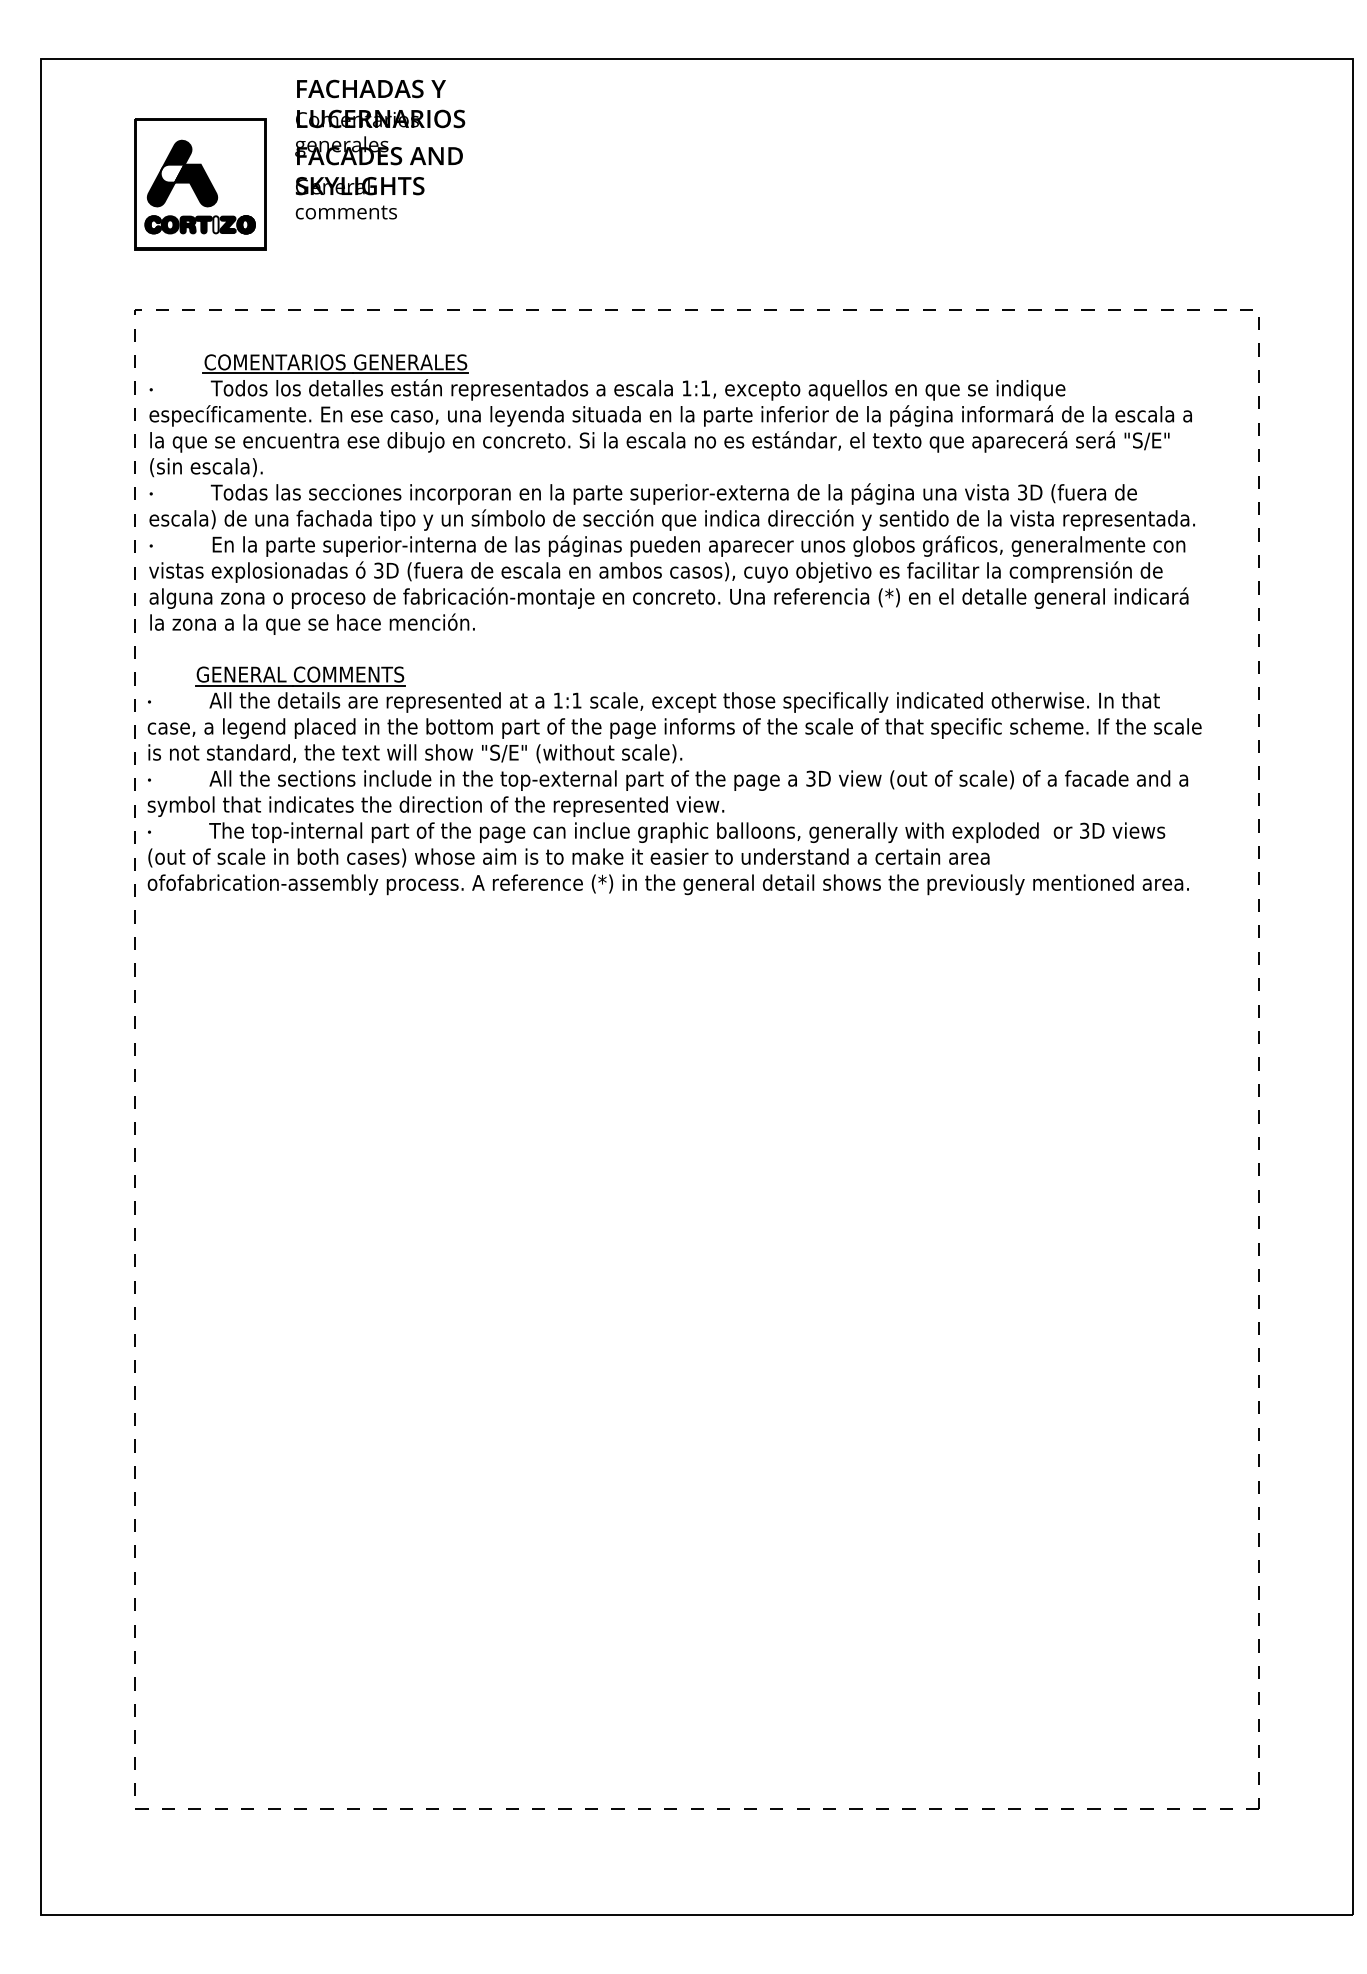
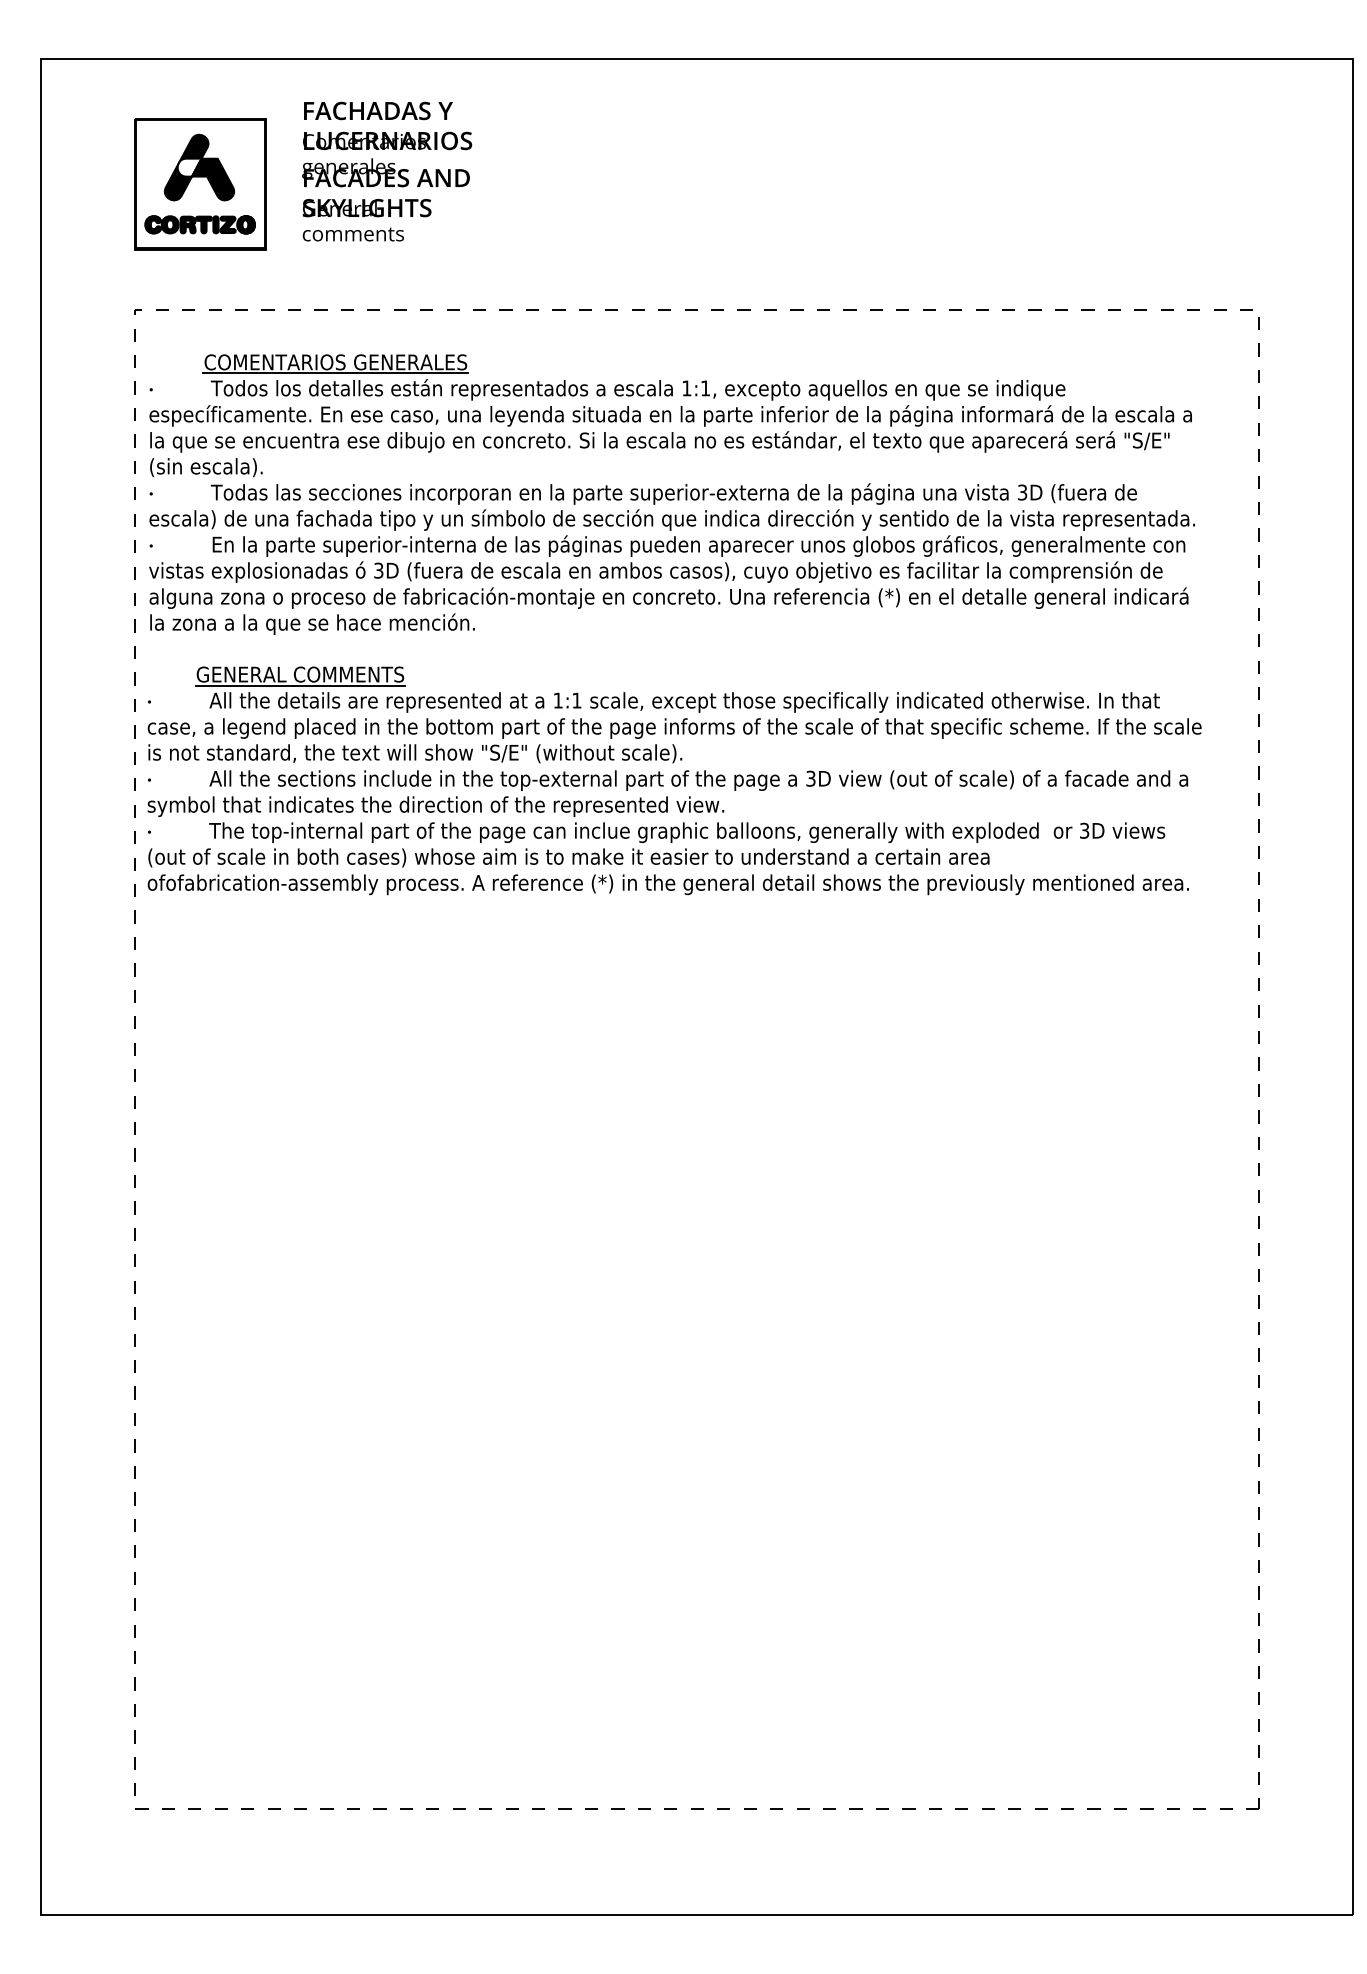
text at (380, 149) position: (380, 149) -> (387, 171)
part at (182, 173) position: (182, 173) -> (199, 167)
fill at (215, 224): none -> present
